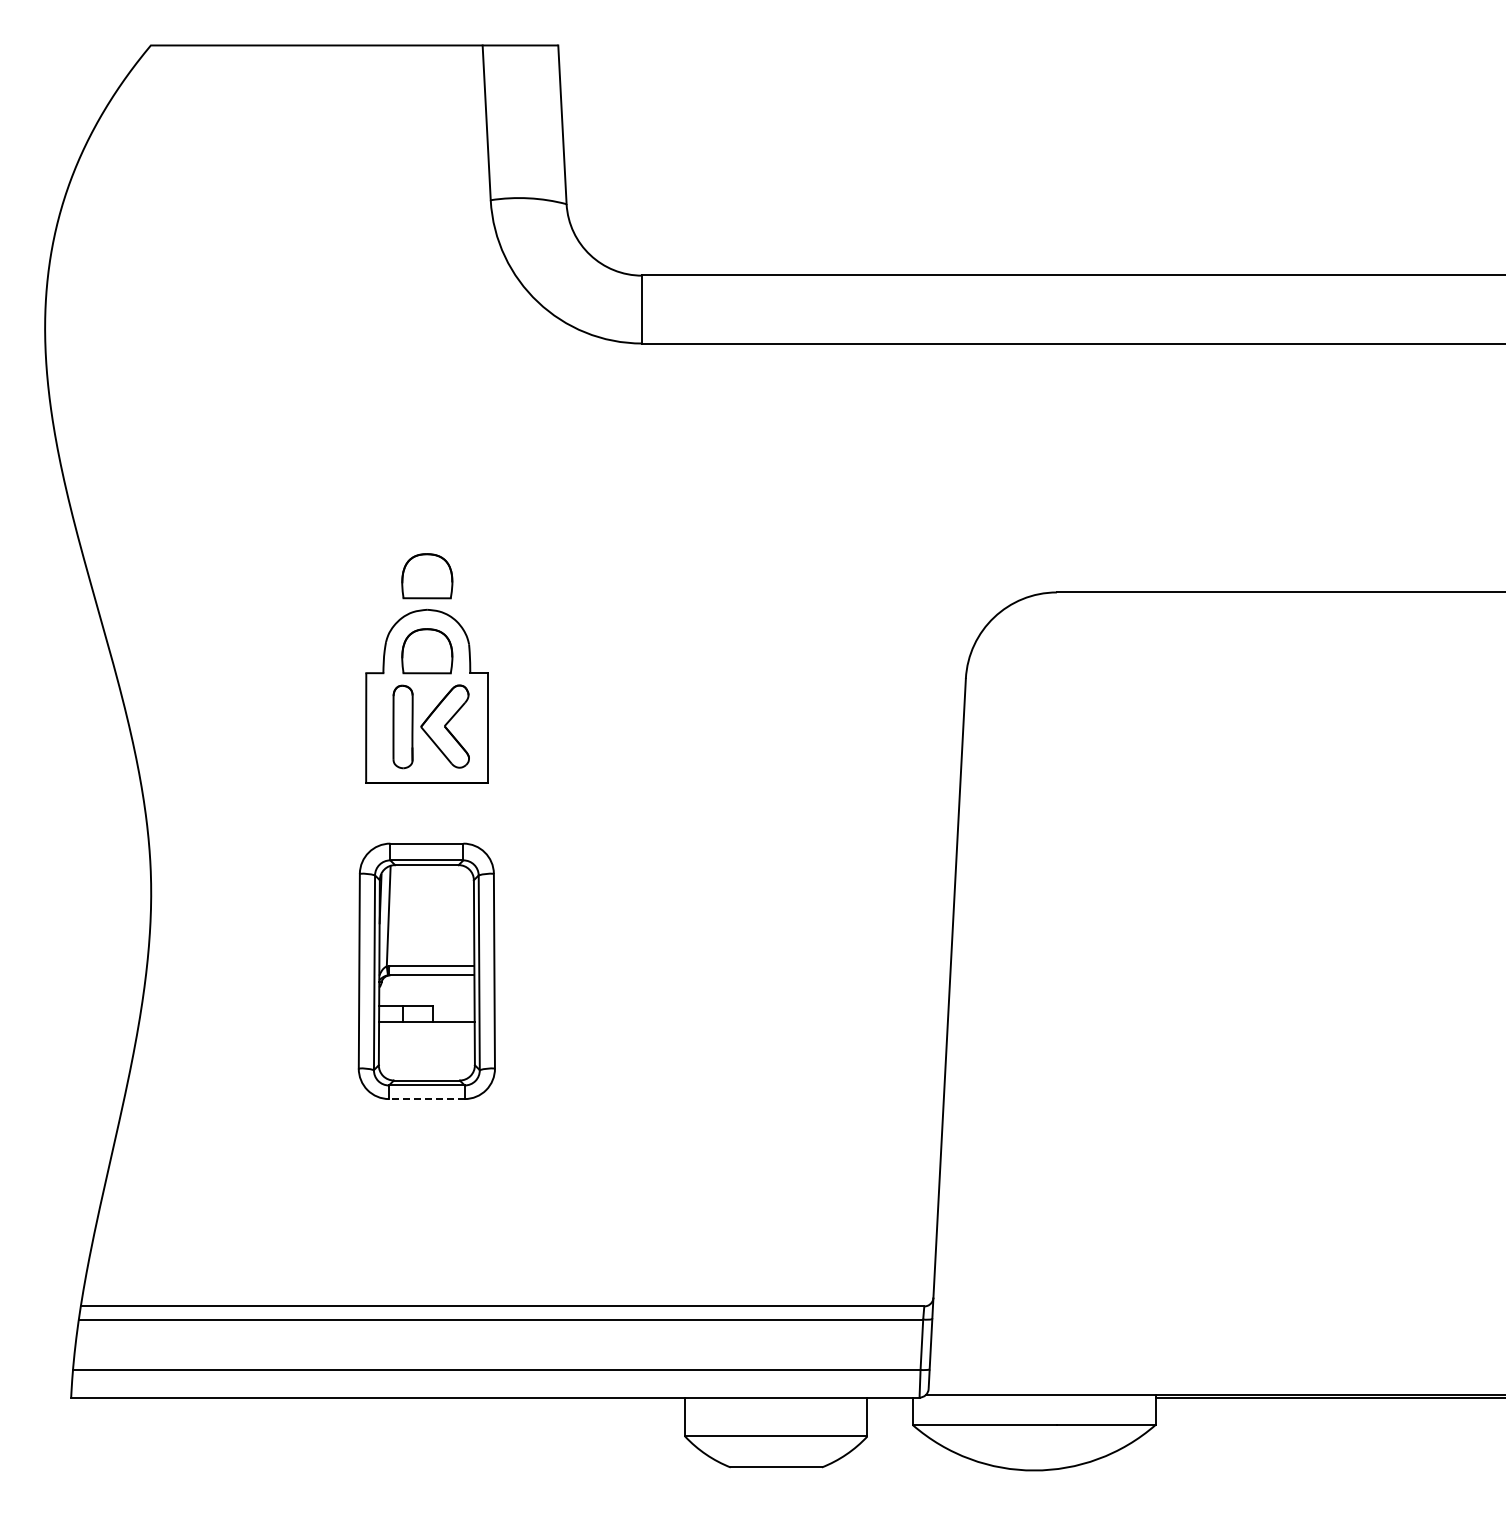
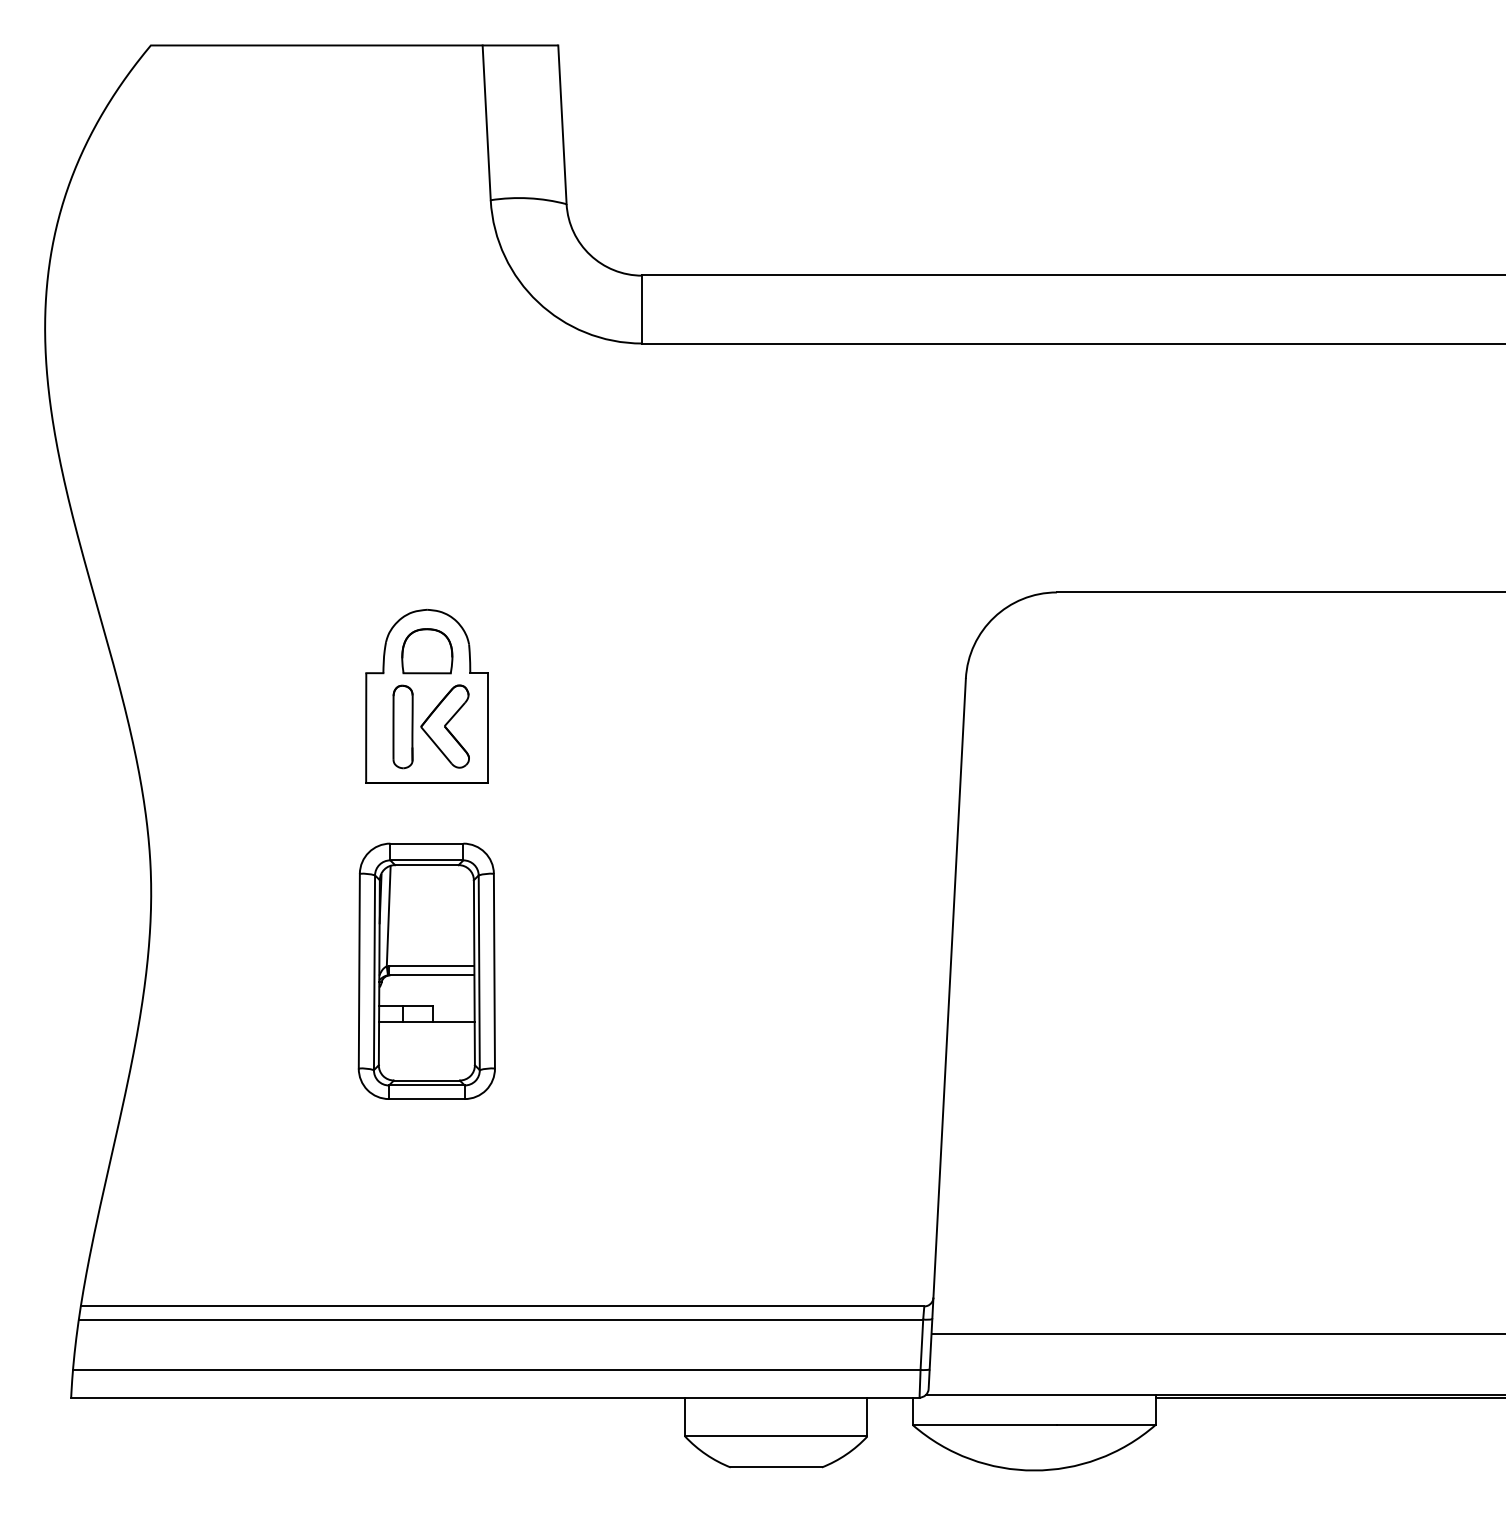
part at (427, 576): present -> none
line at (426, 1099): dashed -> solid
line at (1216, 1333): none -> present
